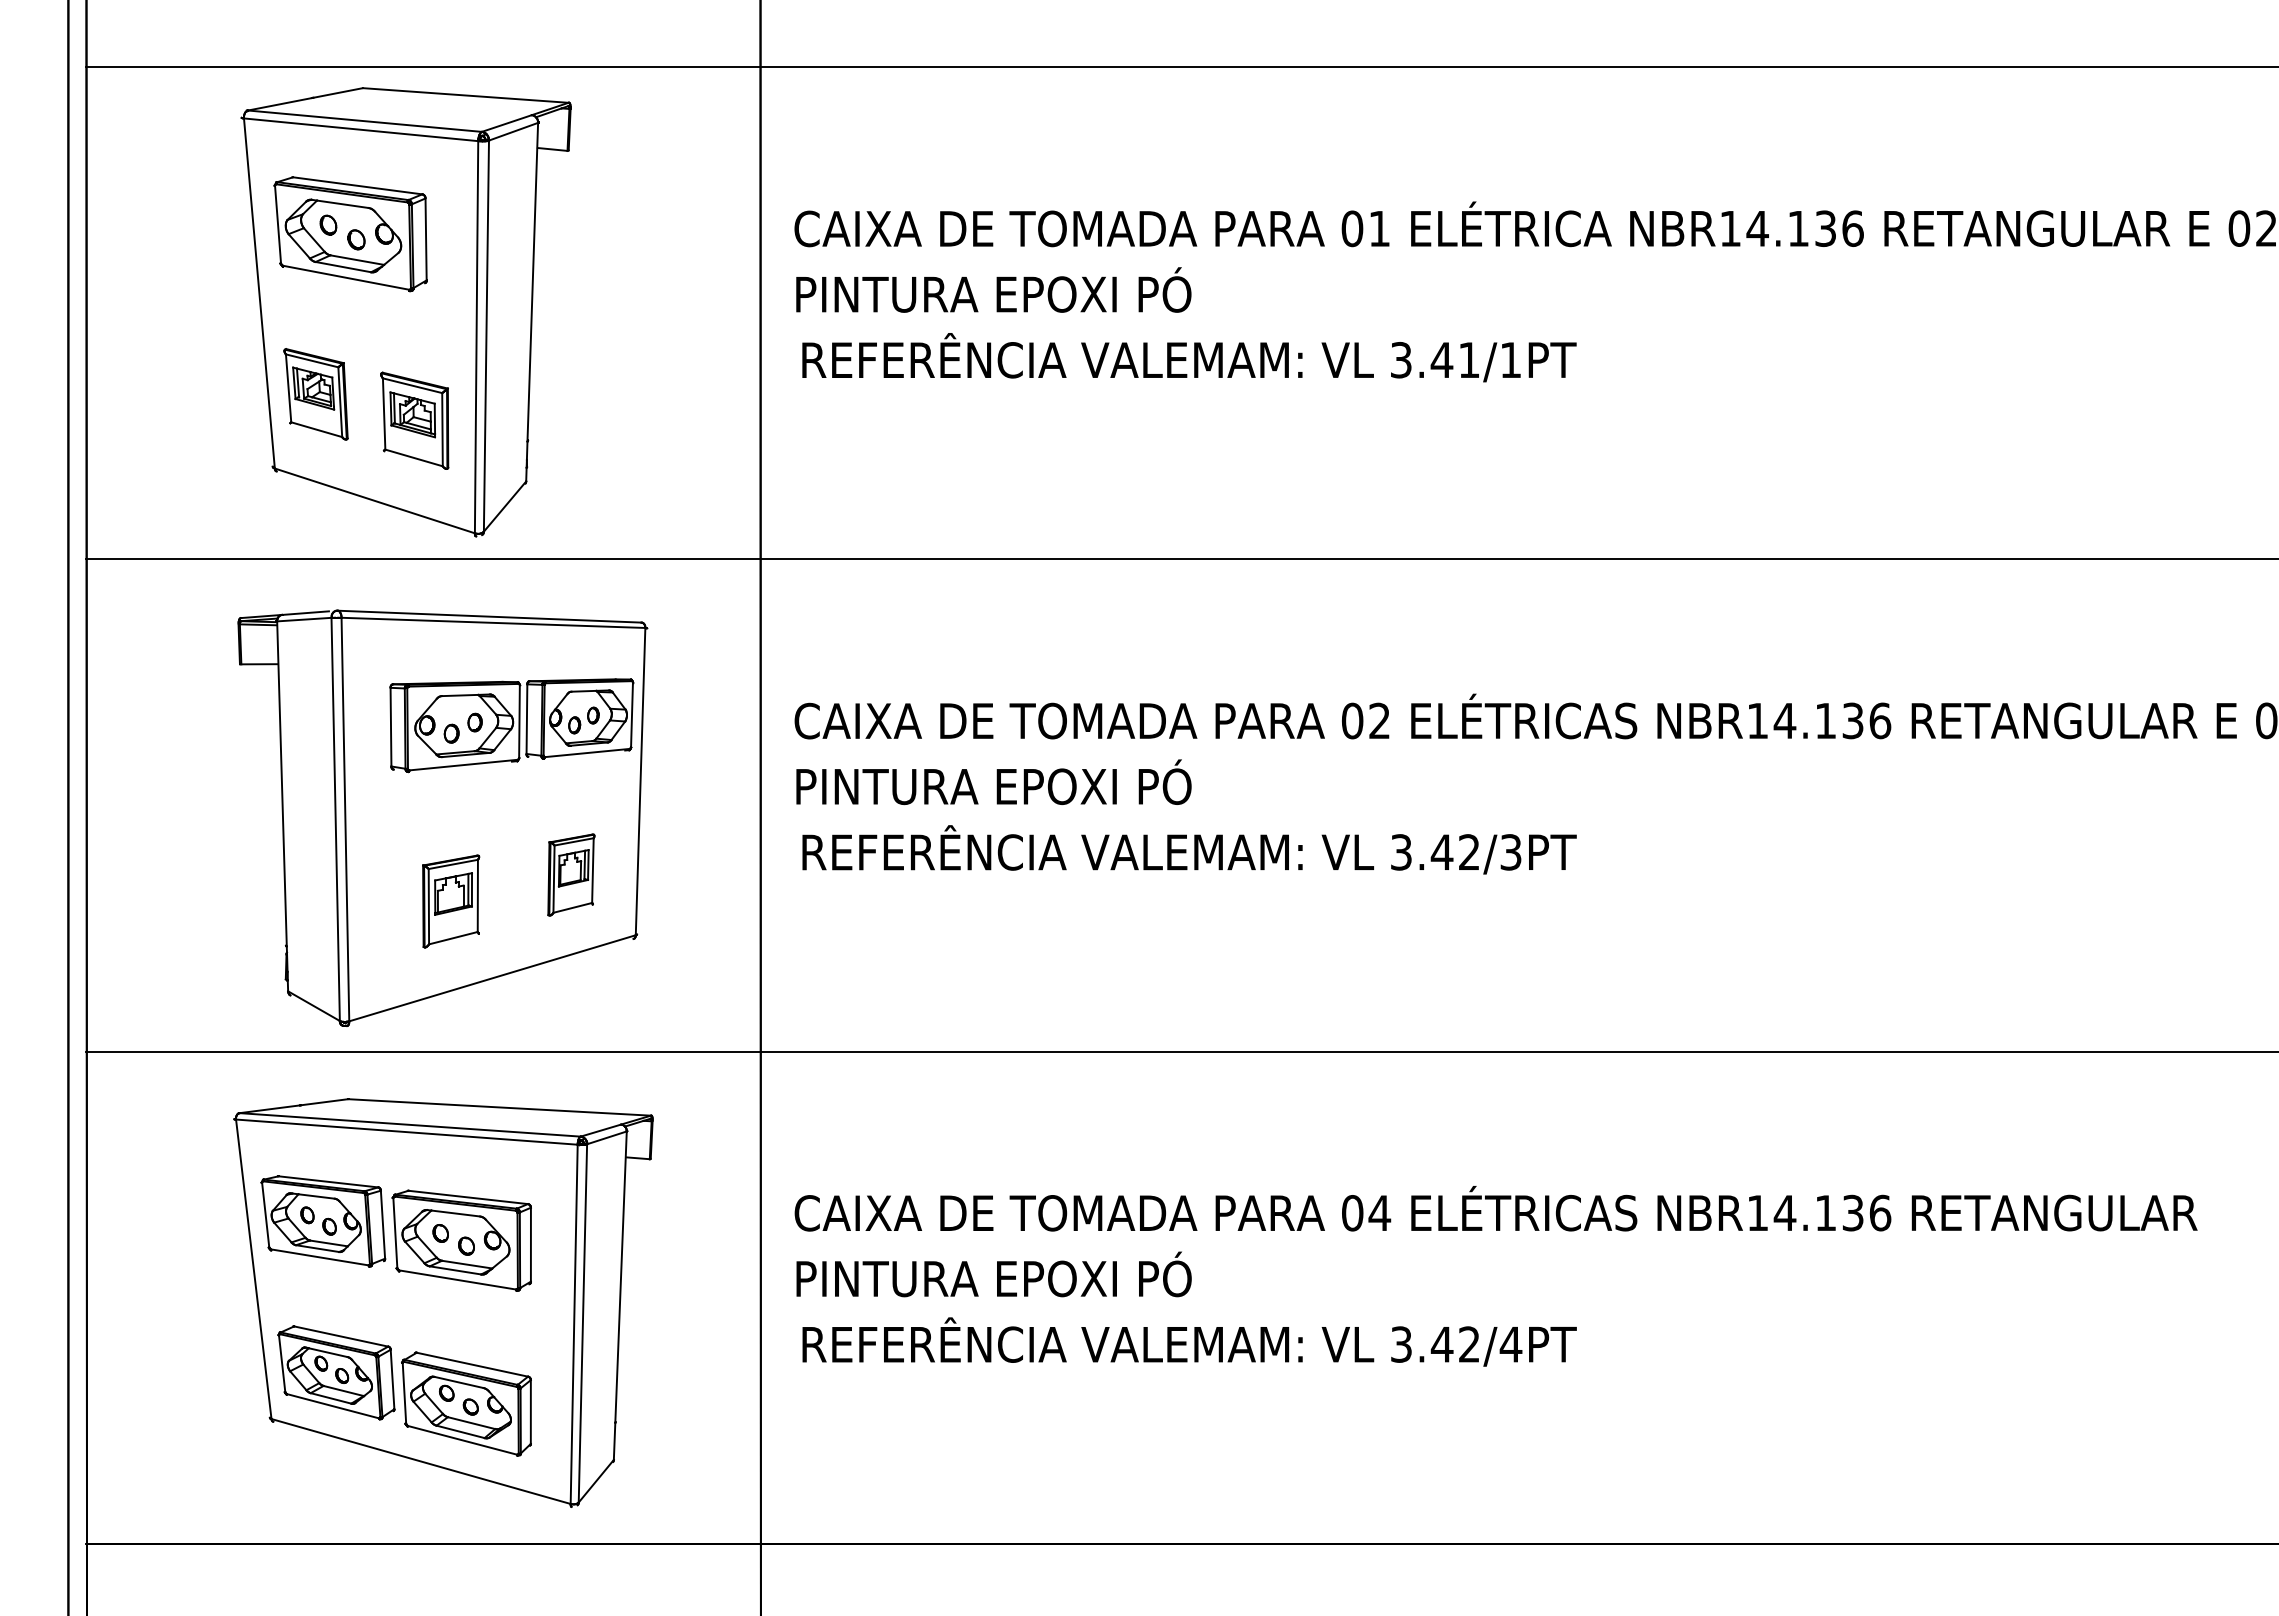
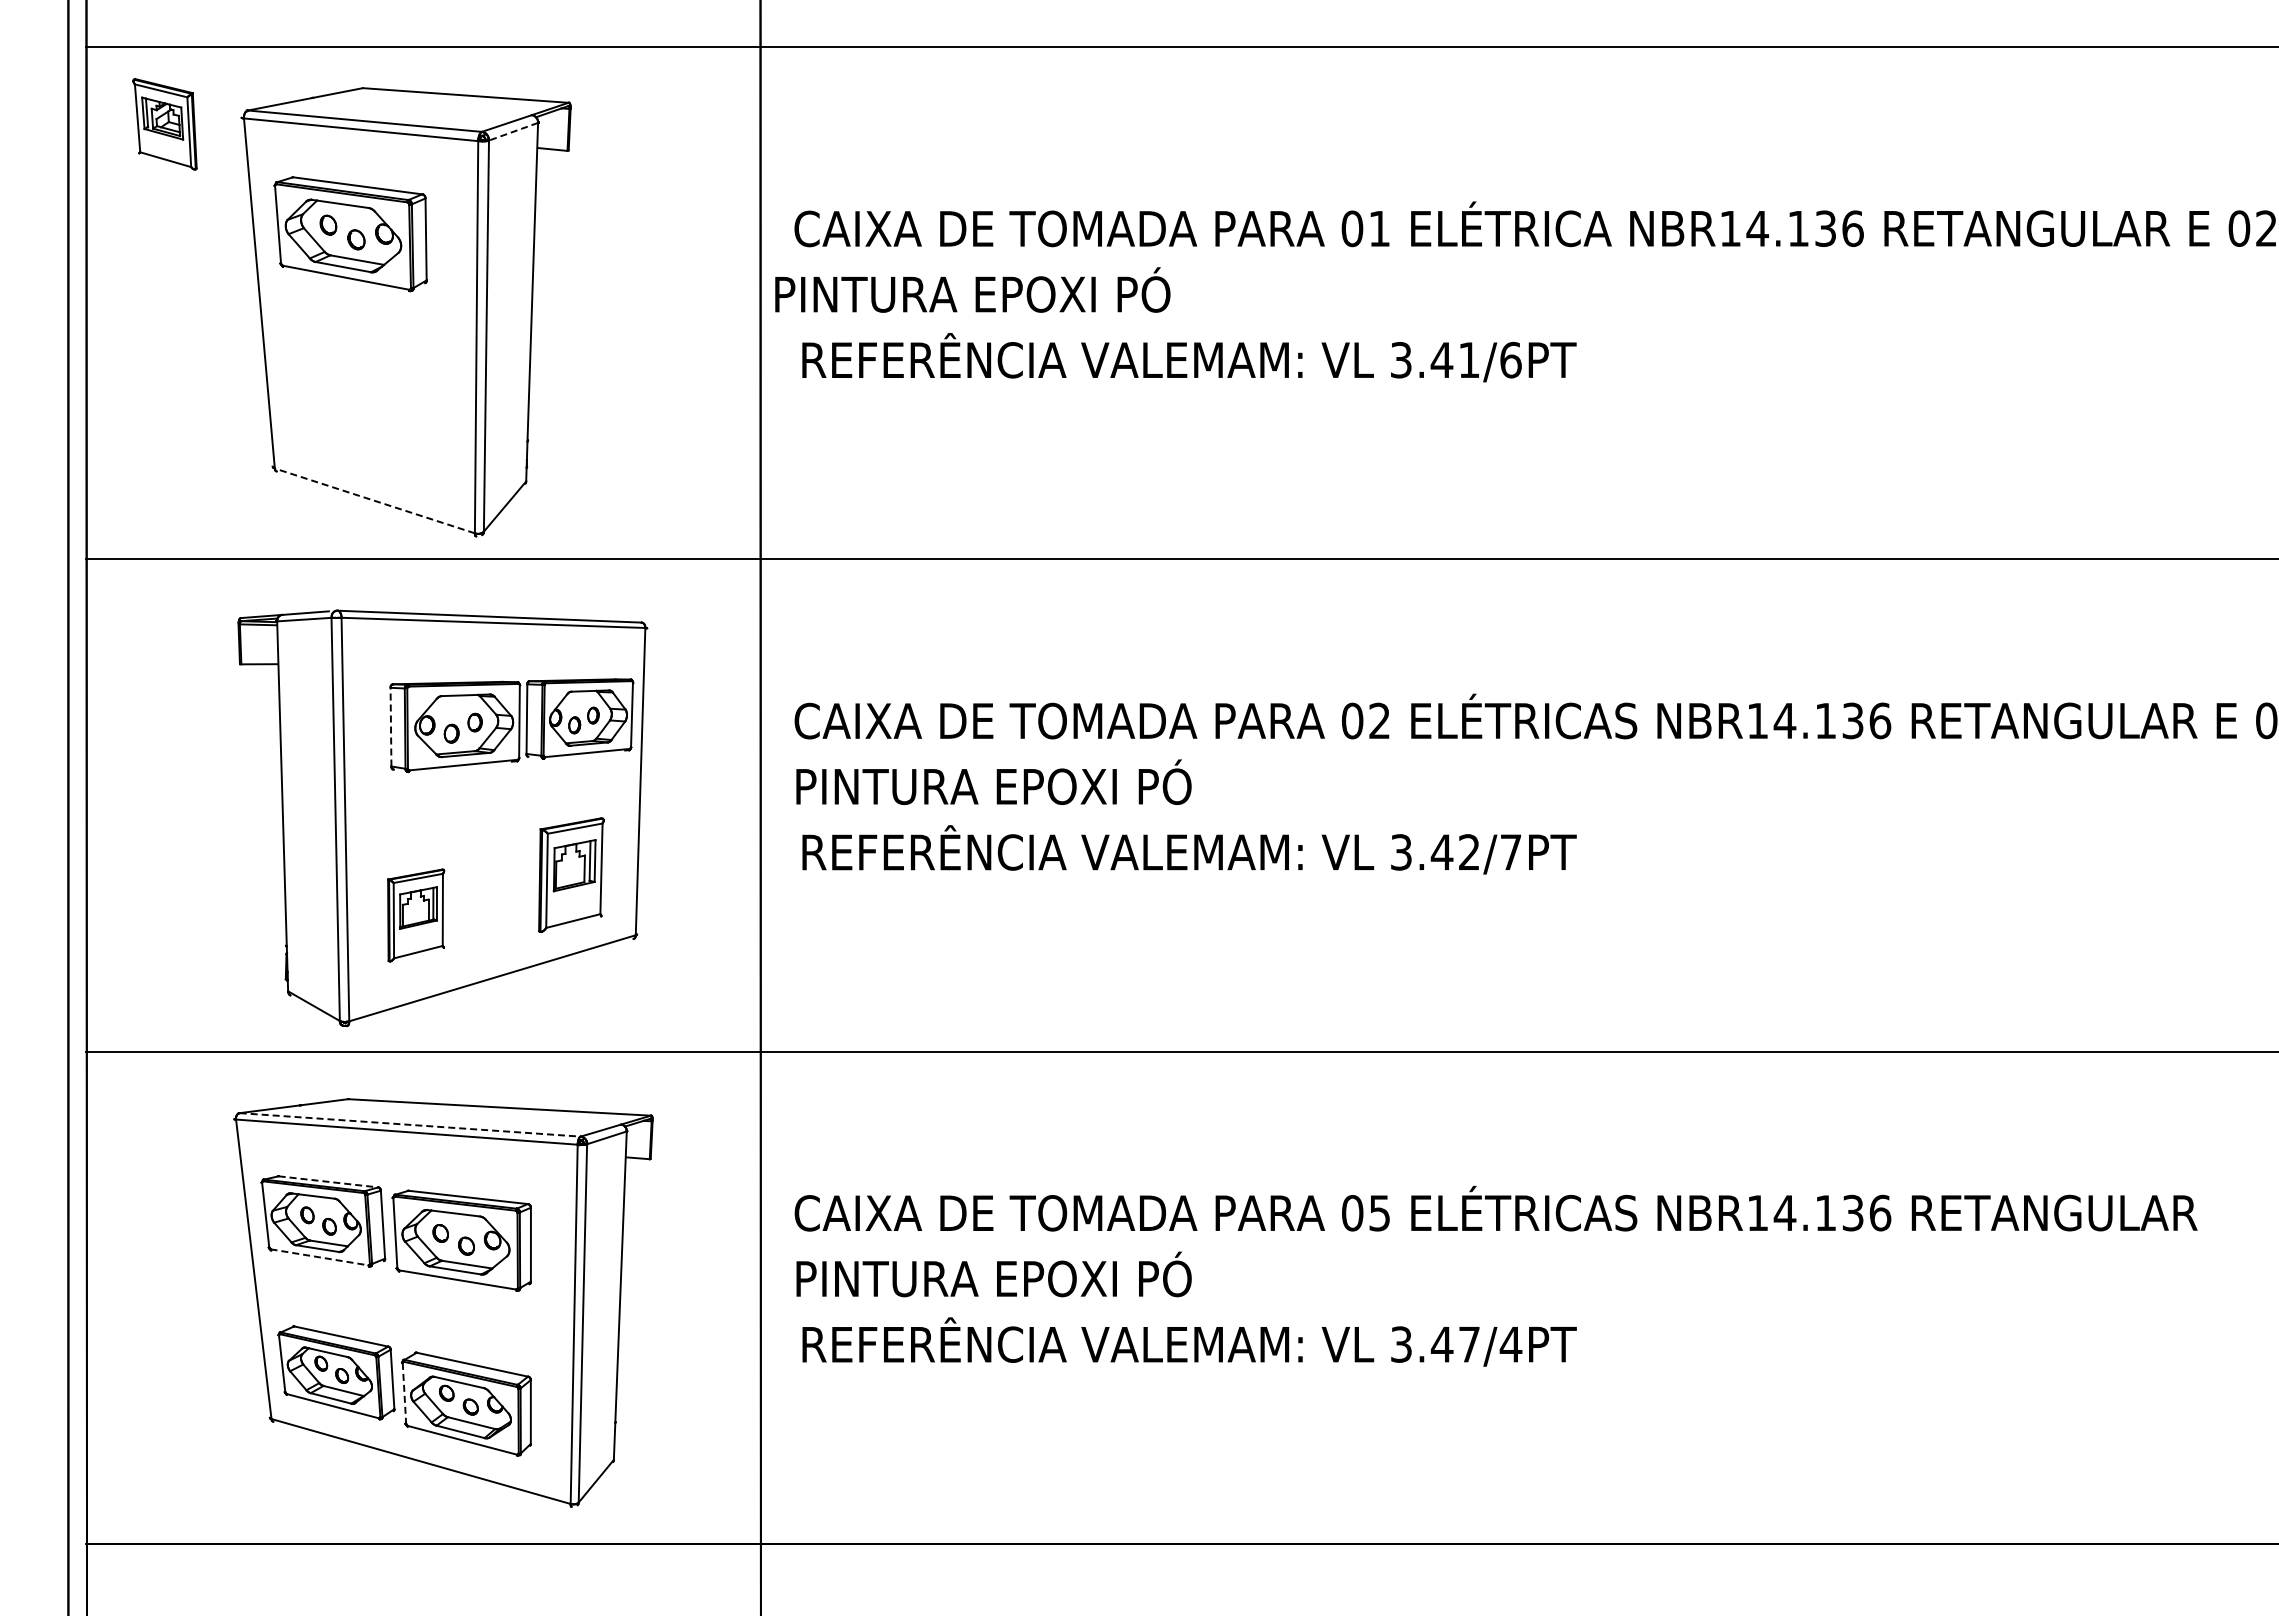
line at (1180, 67) position: (1180, 67) -> (1180, 47)
line at (513, 131): solid -> dashed
text at (993, 289) position: (993, 289) -> (972, 289)
text at (1510, 359): 3.41/1PT -> 3.41/6PT
part at (315, 394) position: (315, 394) -> (164, 124)
part at (414, 420): present -> none
line at (374, 500): solid -> dashed
line at (391, 726): solid -> dashed
text at (1510, 852): 3.42/3PT -> 3.42/7PT
part at (571, 874) size: 49x84 px -> 67x116 px
part at (451, 901) position: (451, 901) -> (416, 915)
line at (410, 1124): solid -> dashed
line at (328, 1181): solid -> dashed
text at (1379, 1213): 04 -> 05
line at (319, 1257): solid -> dashed
text at (1469, 1344): 3.42/4PT -> 3.47/4PT
line at (404, 1393): solid -> dashed
